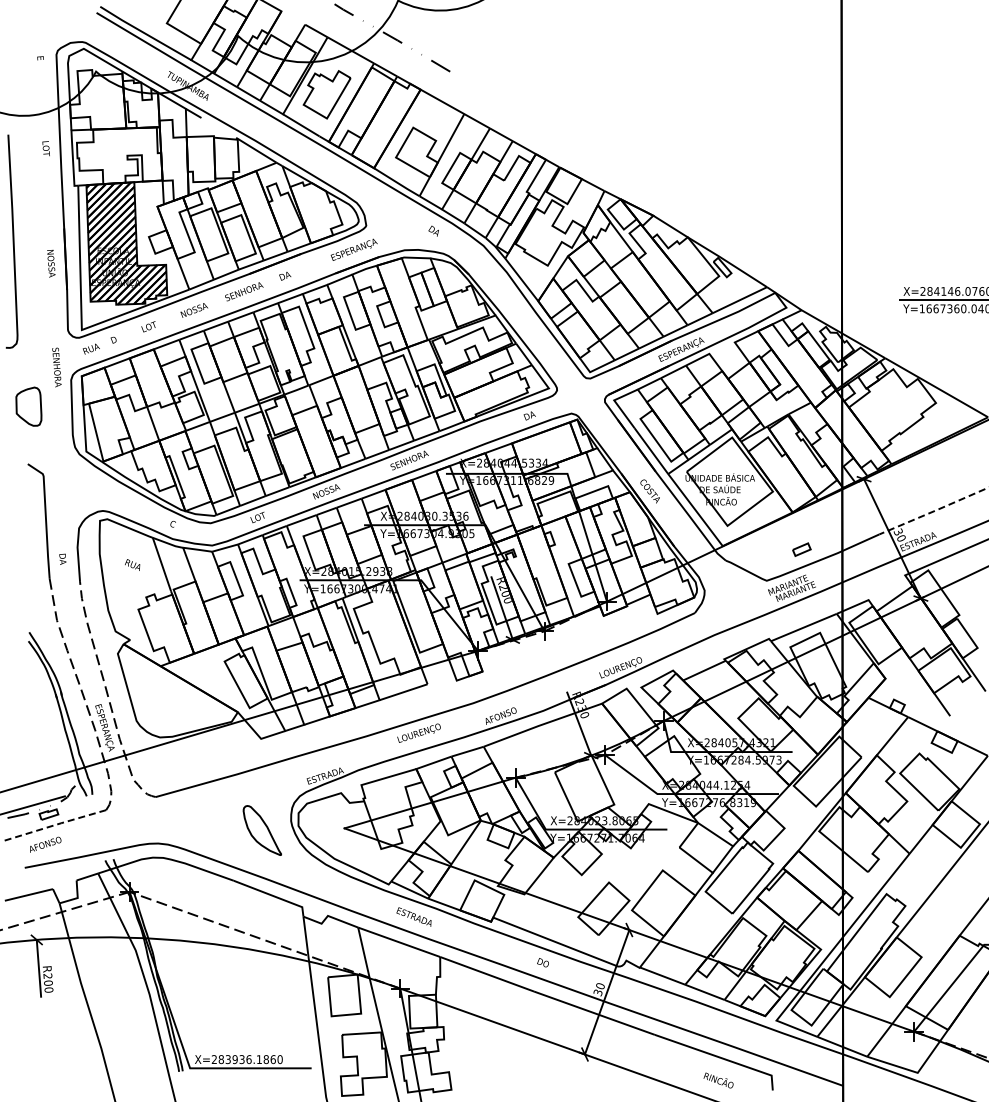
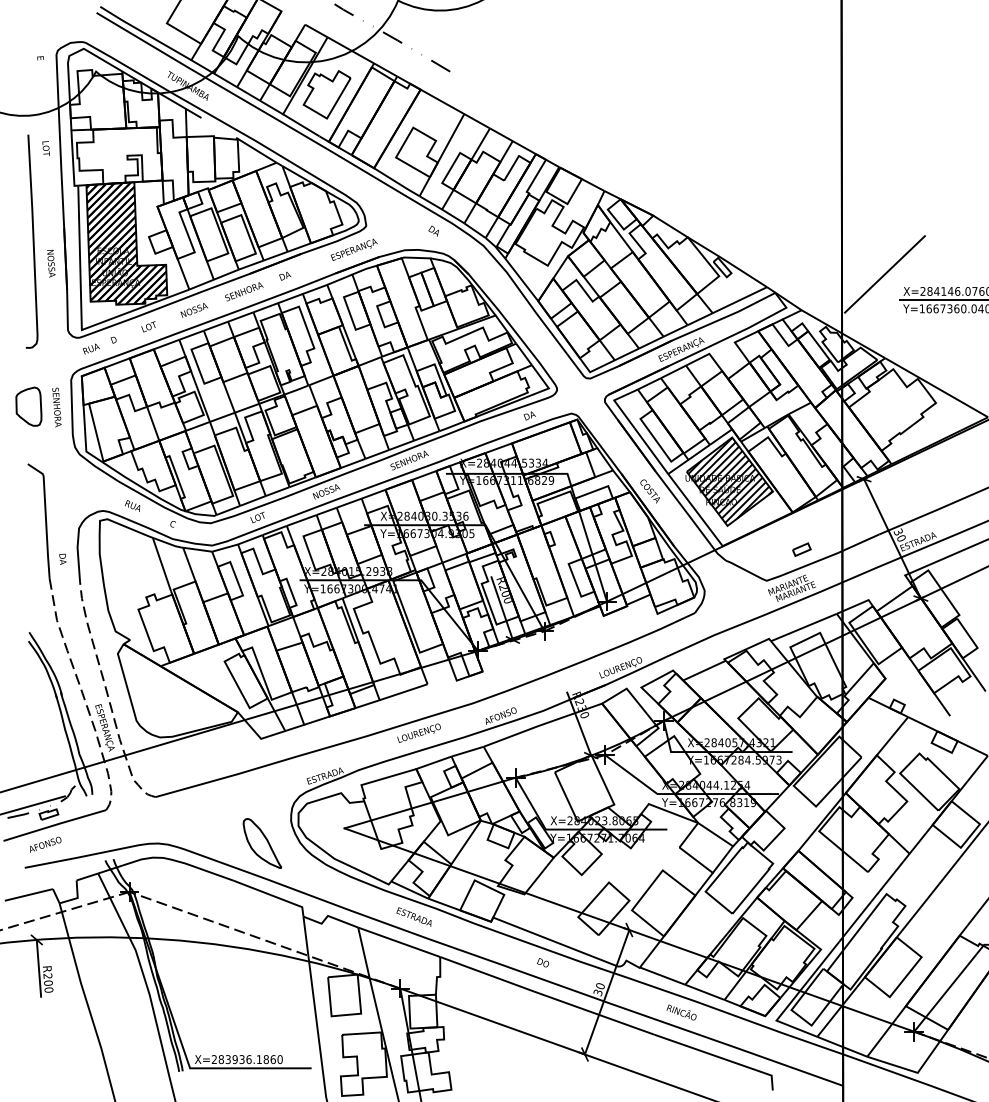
curve at (12, 241) position: (12, 241) -> (32, 241)
line at (884, 274): none -> present
text at (56, 367) position: (56, 367) -> (56, 407)
hatch at (730, 479): none -> present
line at (934, 511): dashed -> solid
text at (132, 564) position: (132, 564) -> (132, 505)
line at (54, 825): dashed -> solid
part at (261, 830) position: (261, 830) -> (261, 843)
text at (718, 1080) position: (718, 1080) -> (681, 1012)
